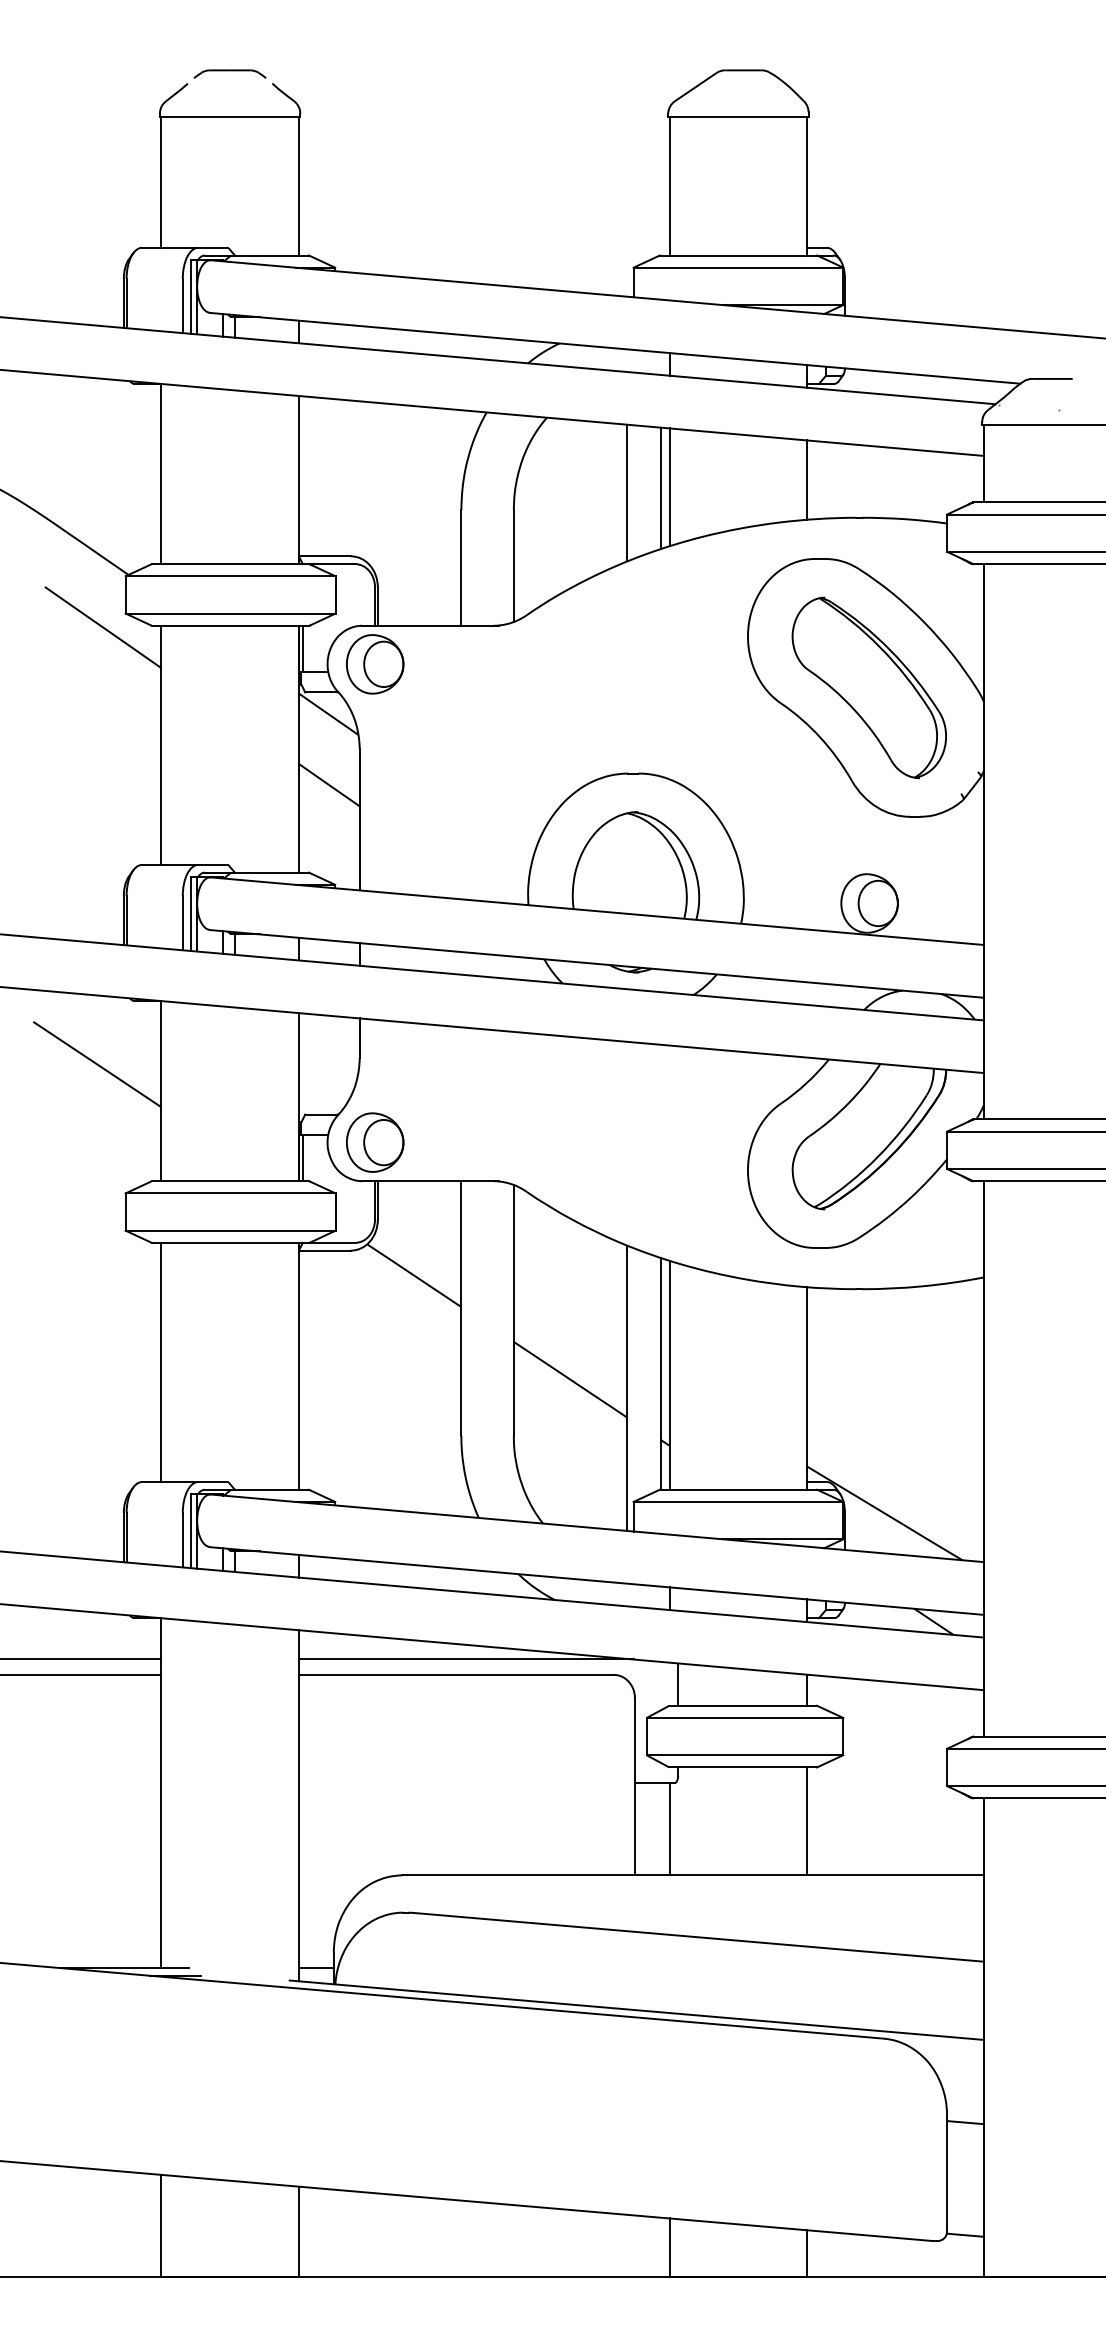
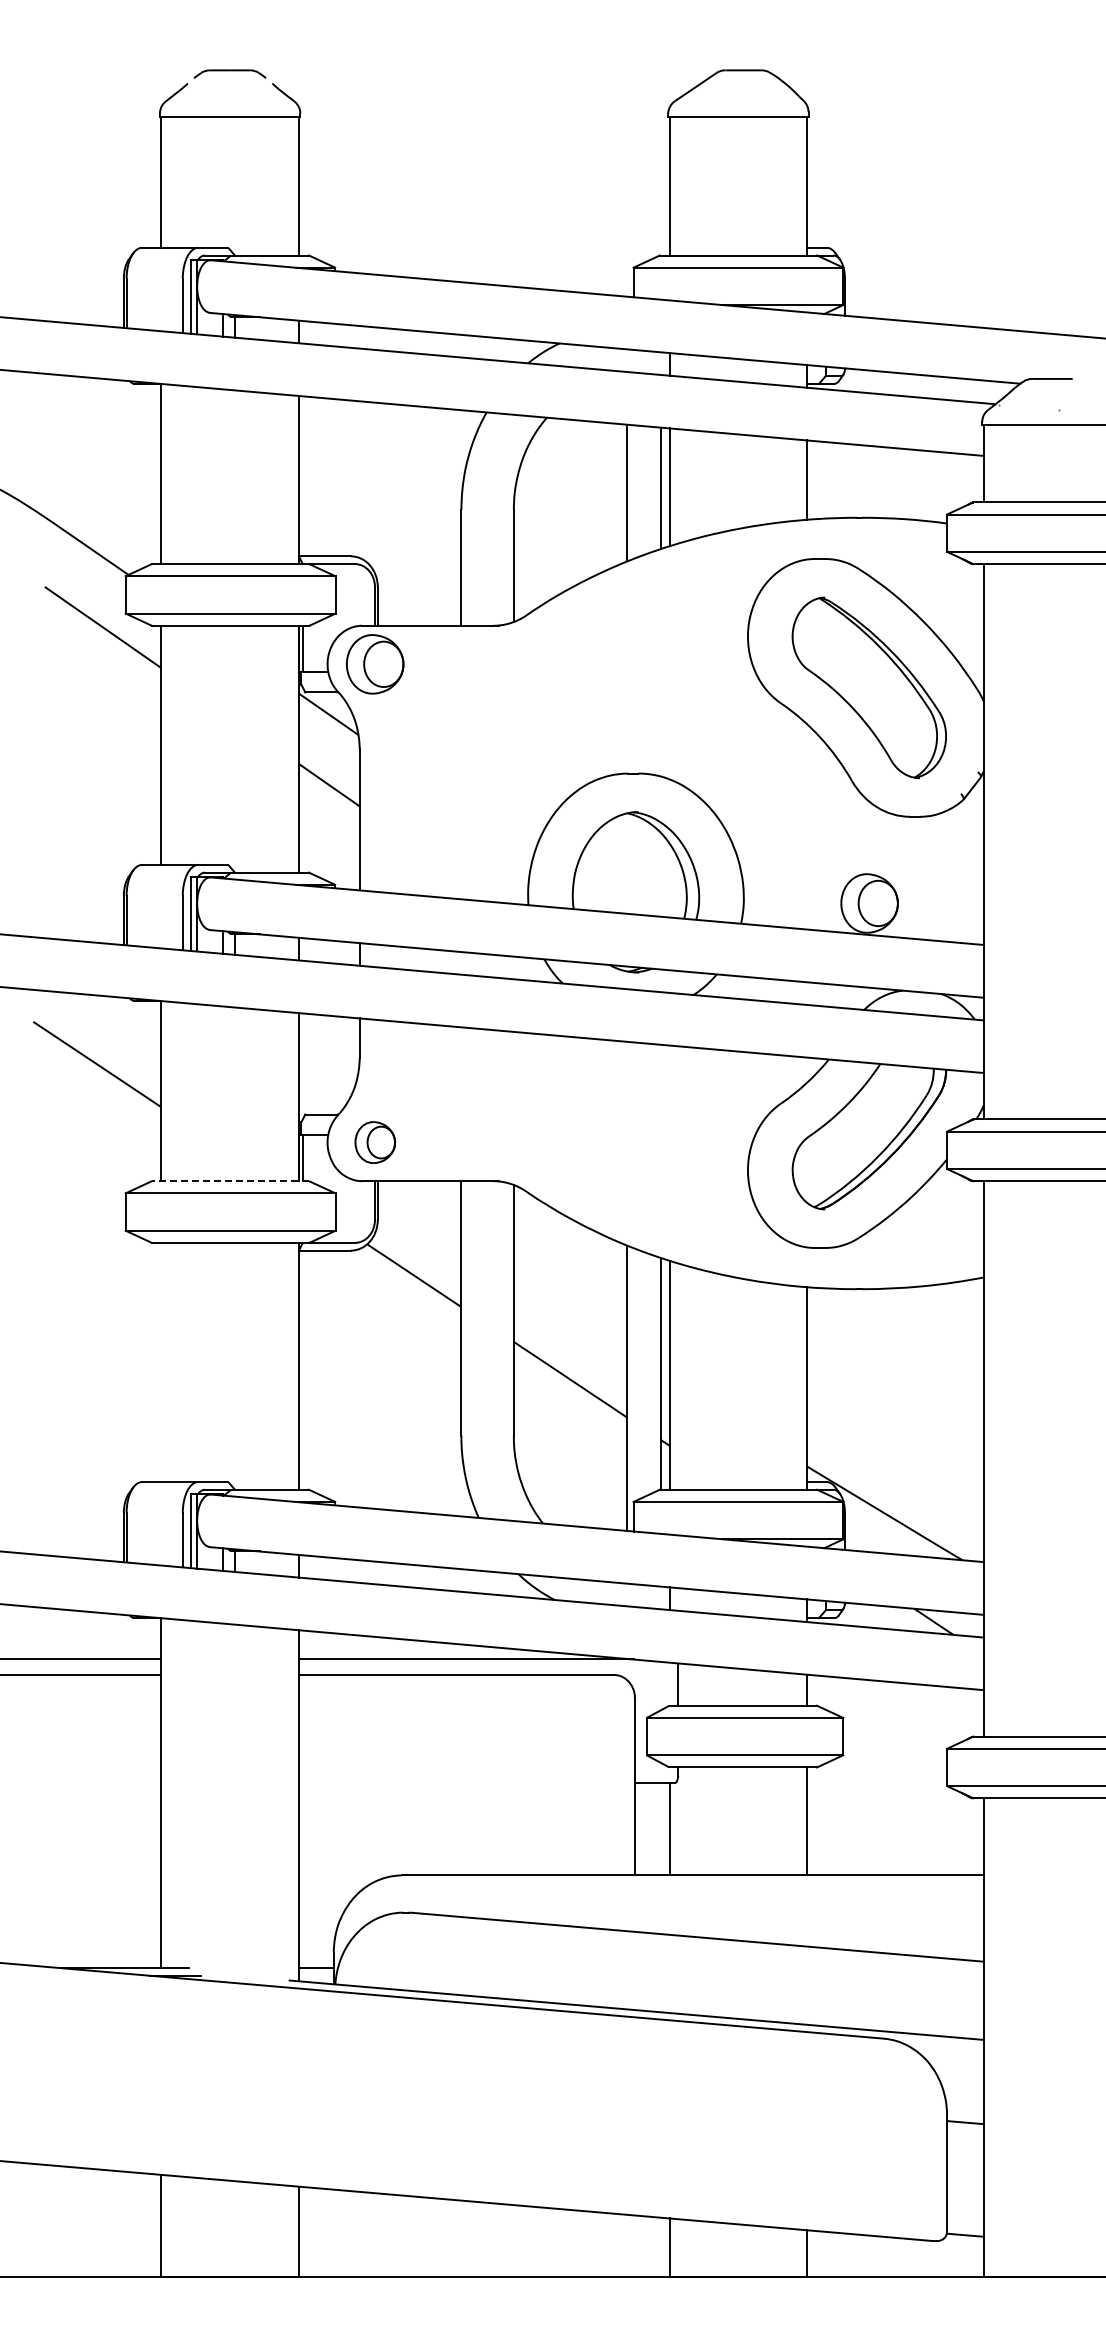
part at (375, 1142) size: 59x61 px -> 42x43 px
line at (230, 1181): solid -> dashed
line at (161, 1362): present -> none
